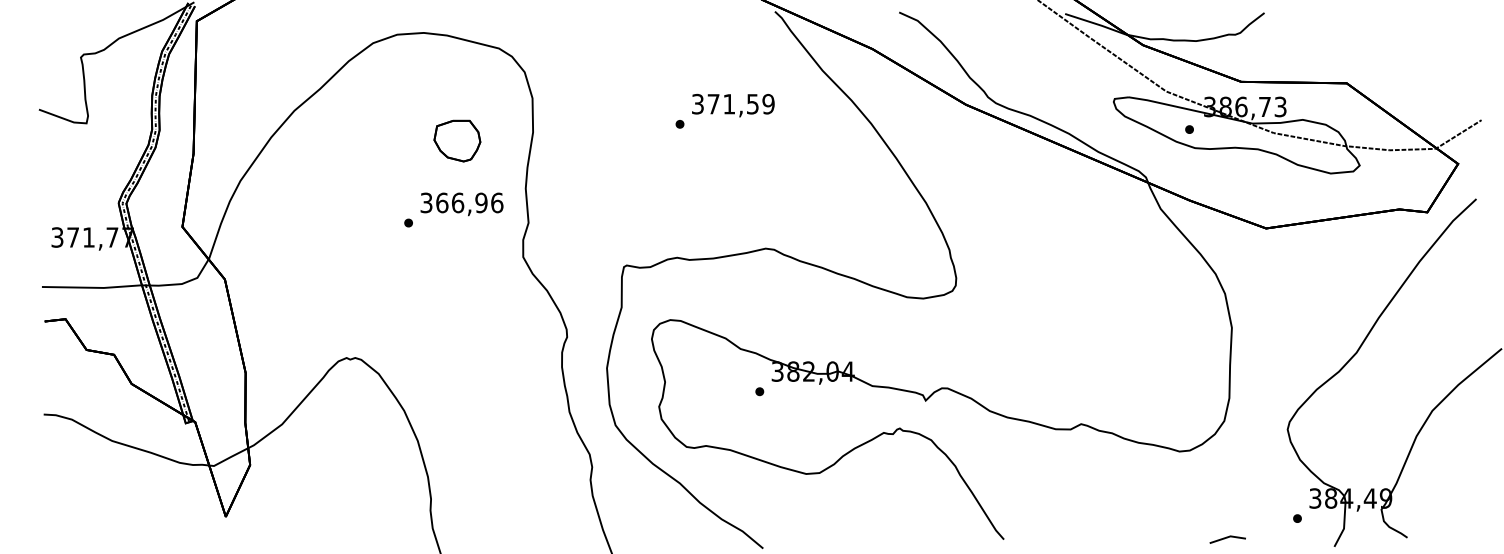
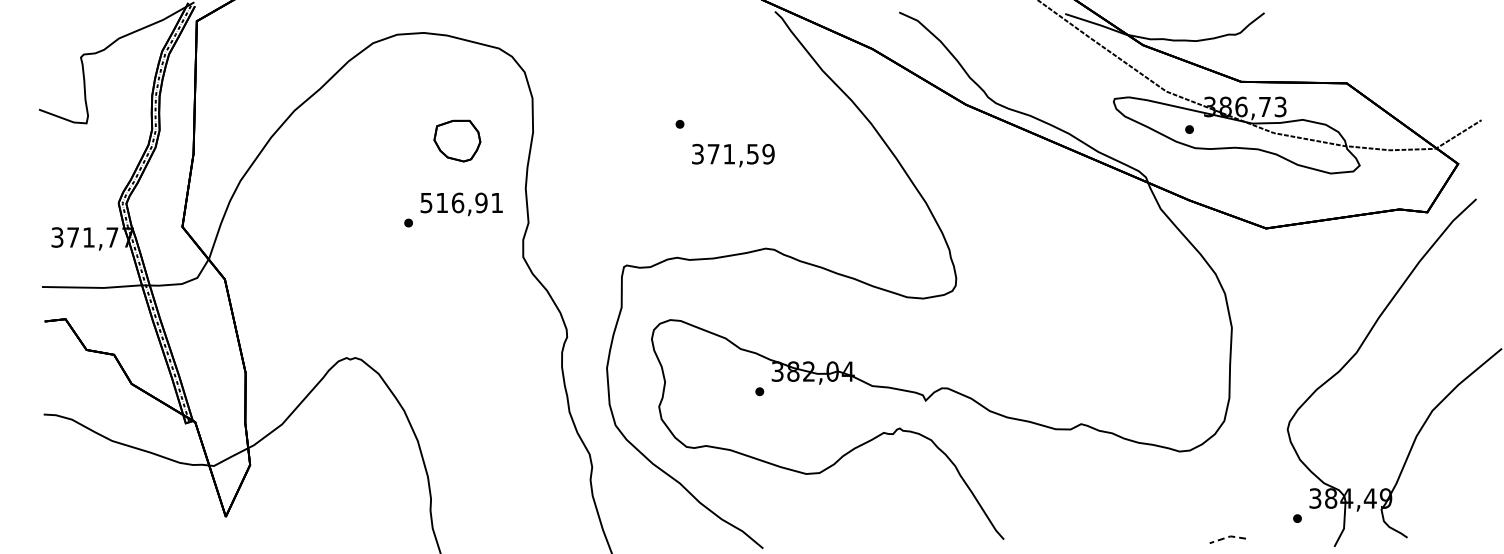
text at (733, 105) position: (733, 105) -> (733, 155)
text at (462, 202): 366,96 -> 516,91
line at (1227, 537): solid -> dashed
